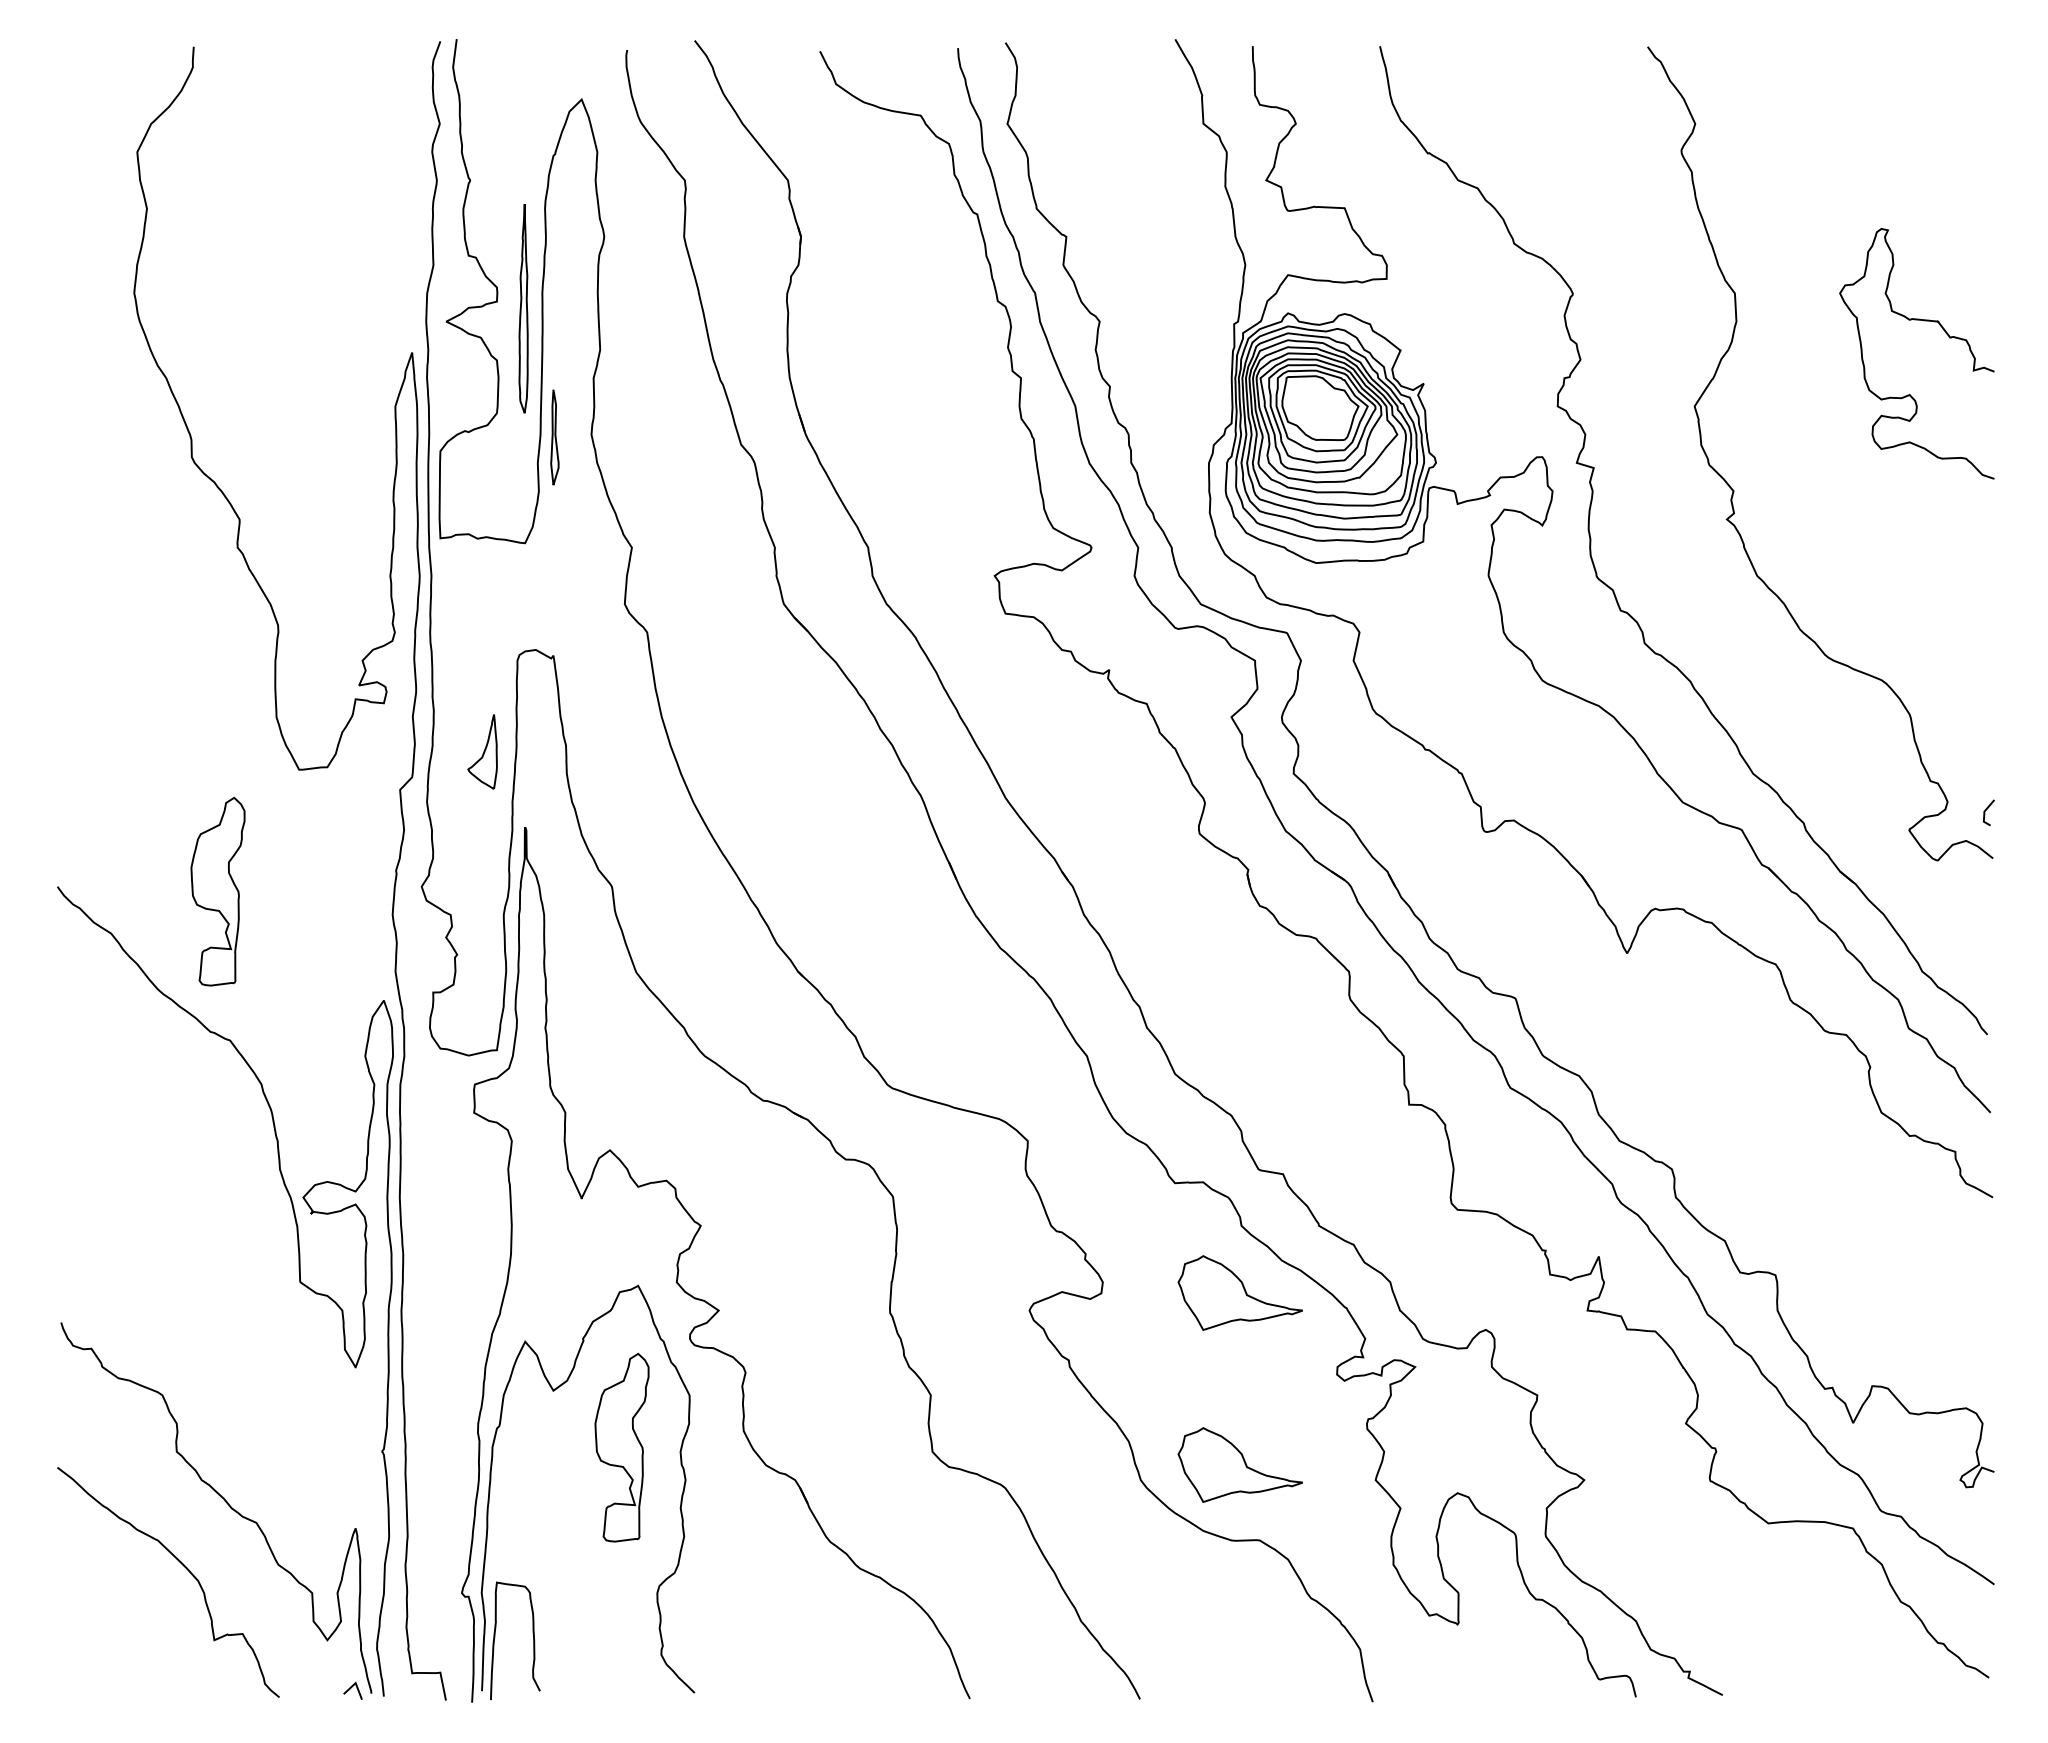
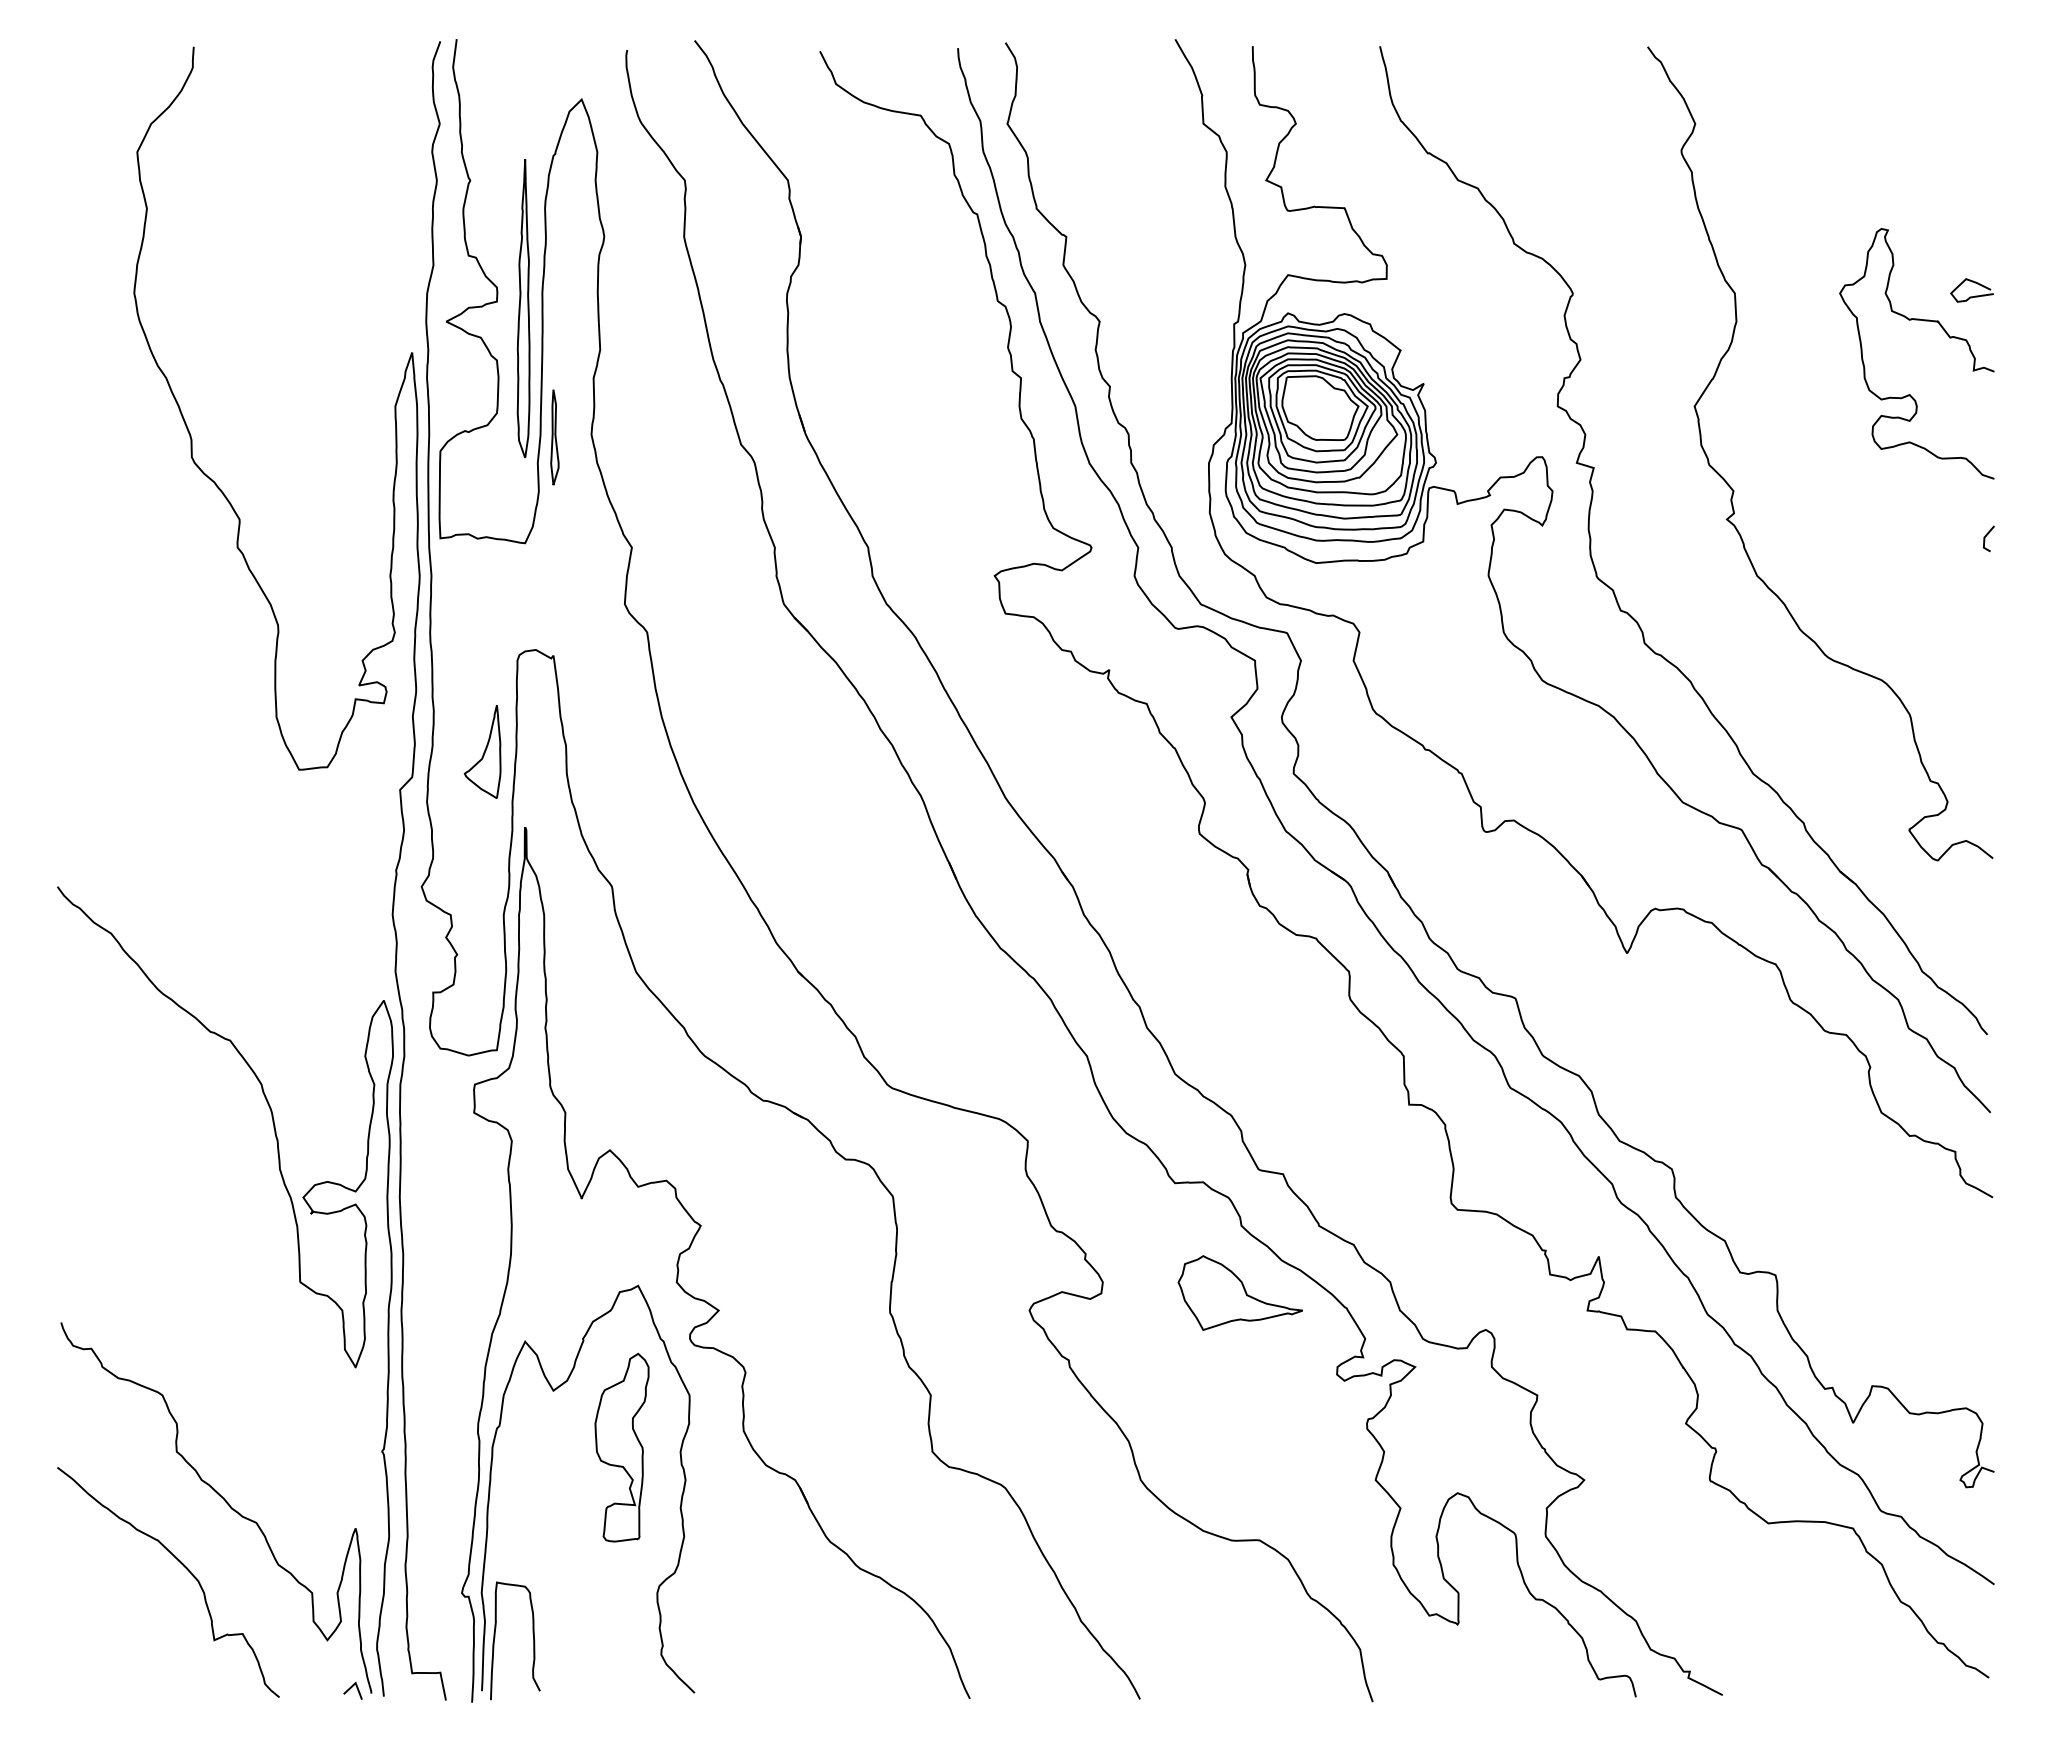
curve at (1971, 296): none -> present
part at (523, 308) size: 11x210 px -> 15x300 px
part at (482, 751) size: 31x76 px -> 39x94 px
line at (1986, 810) position: (1986, 810) -> (1986, 536)
part at (217, 891): present -> none
part at (1239, 1464): present -> none
